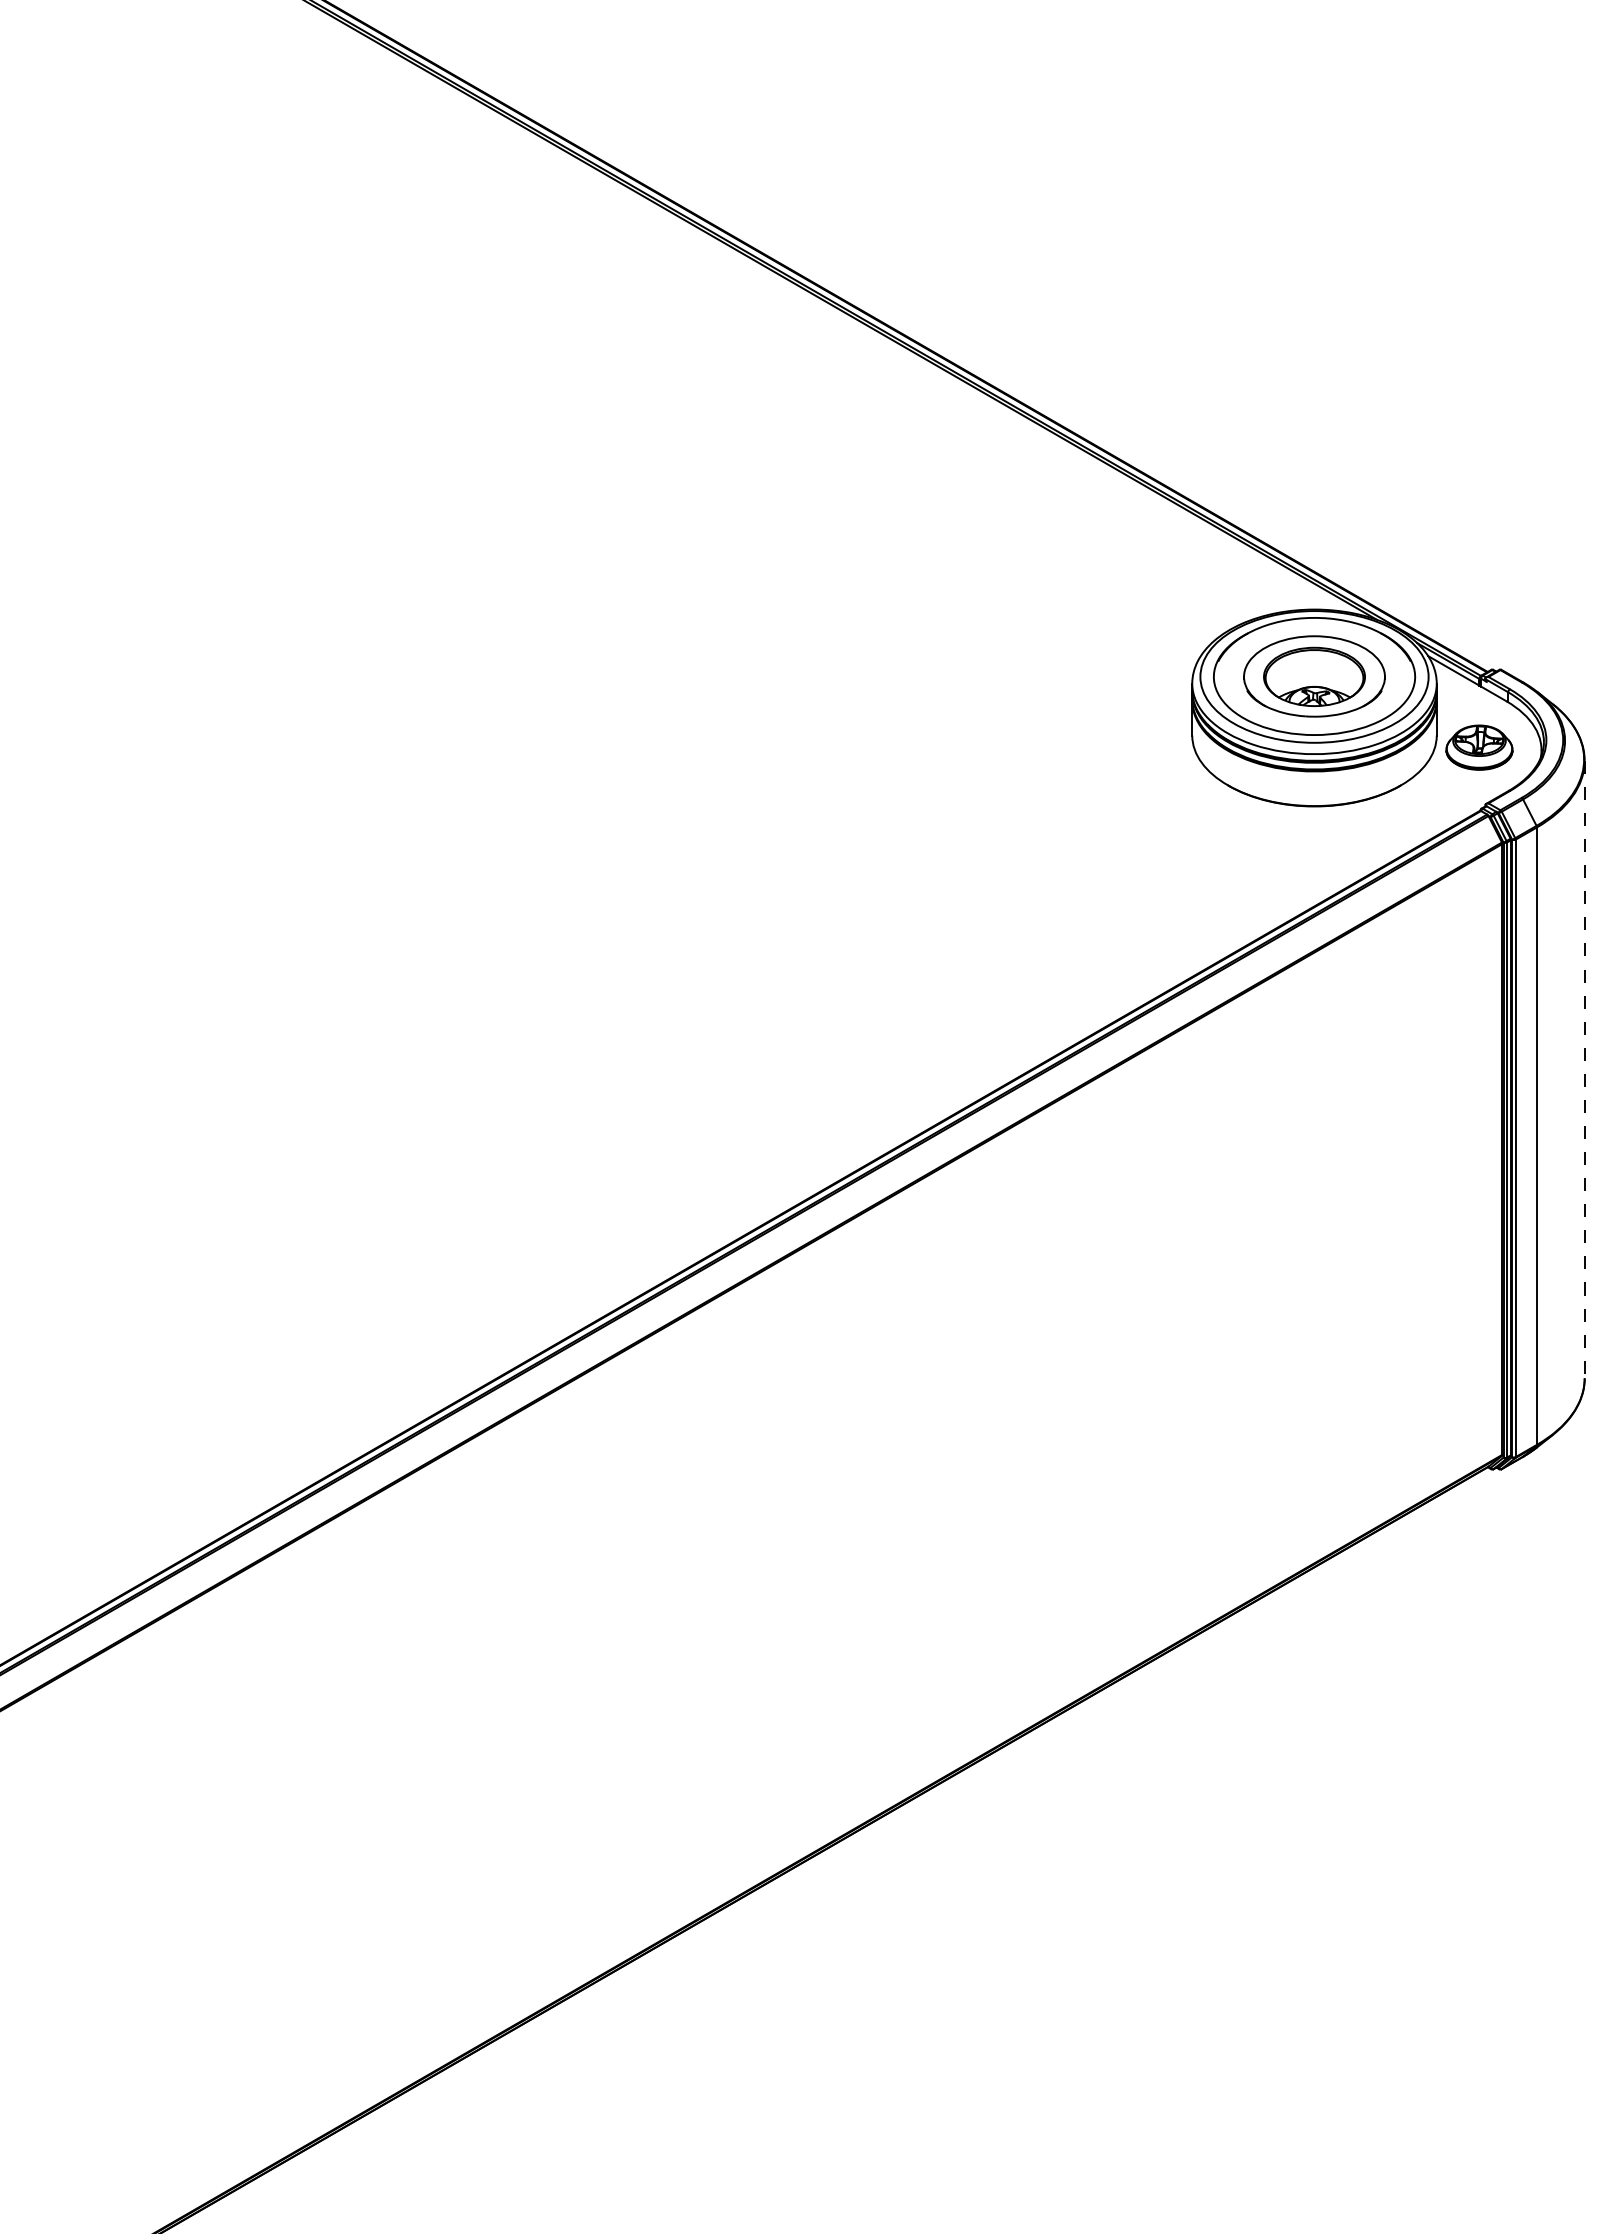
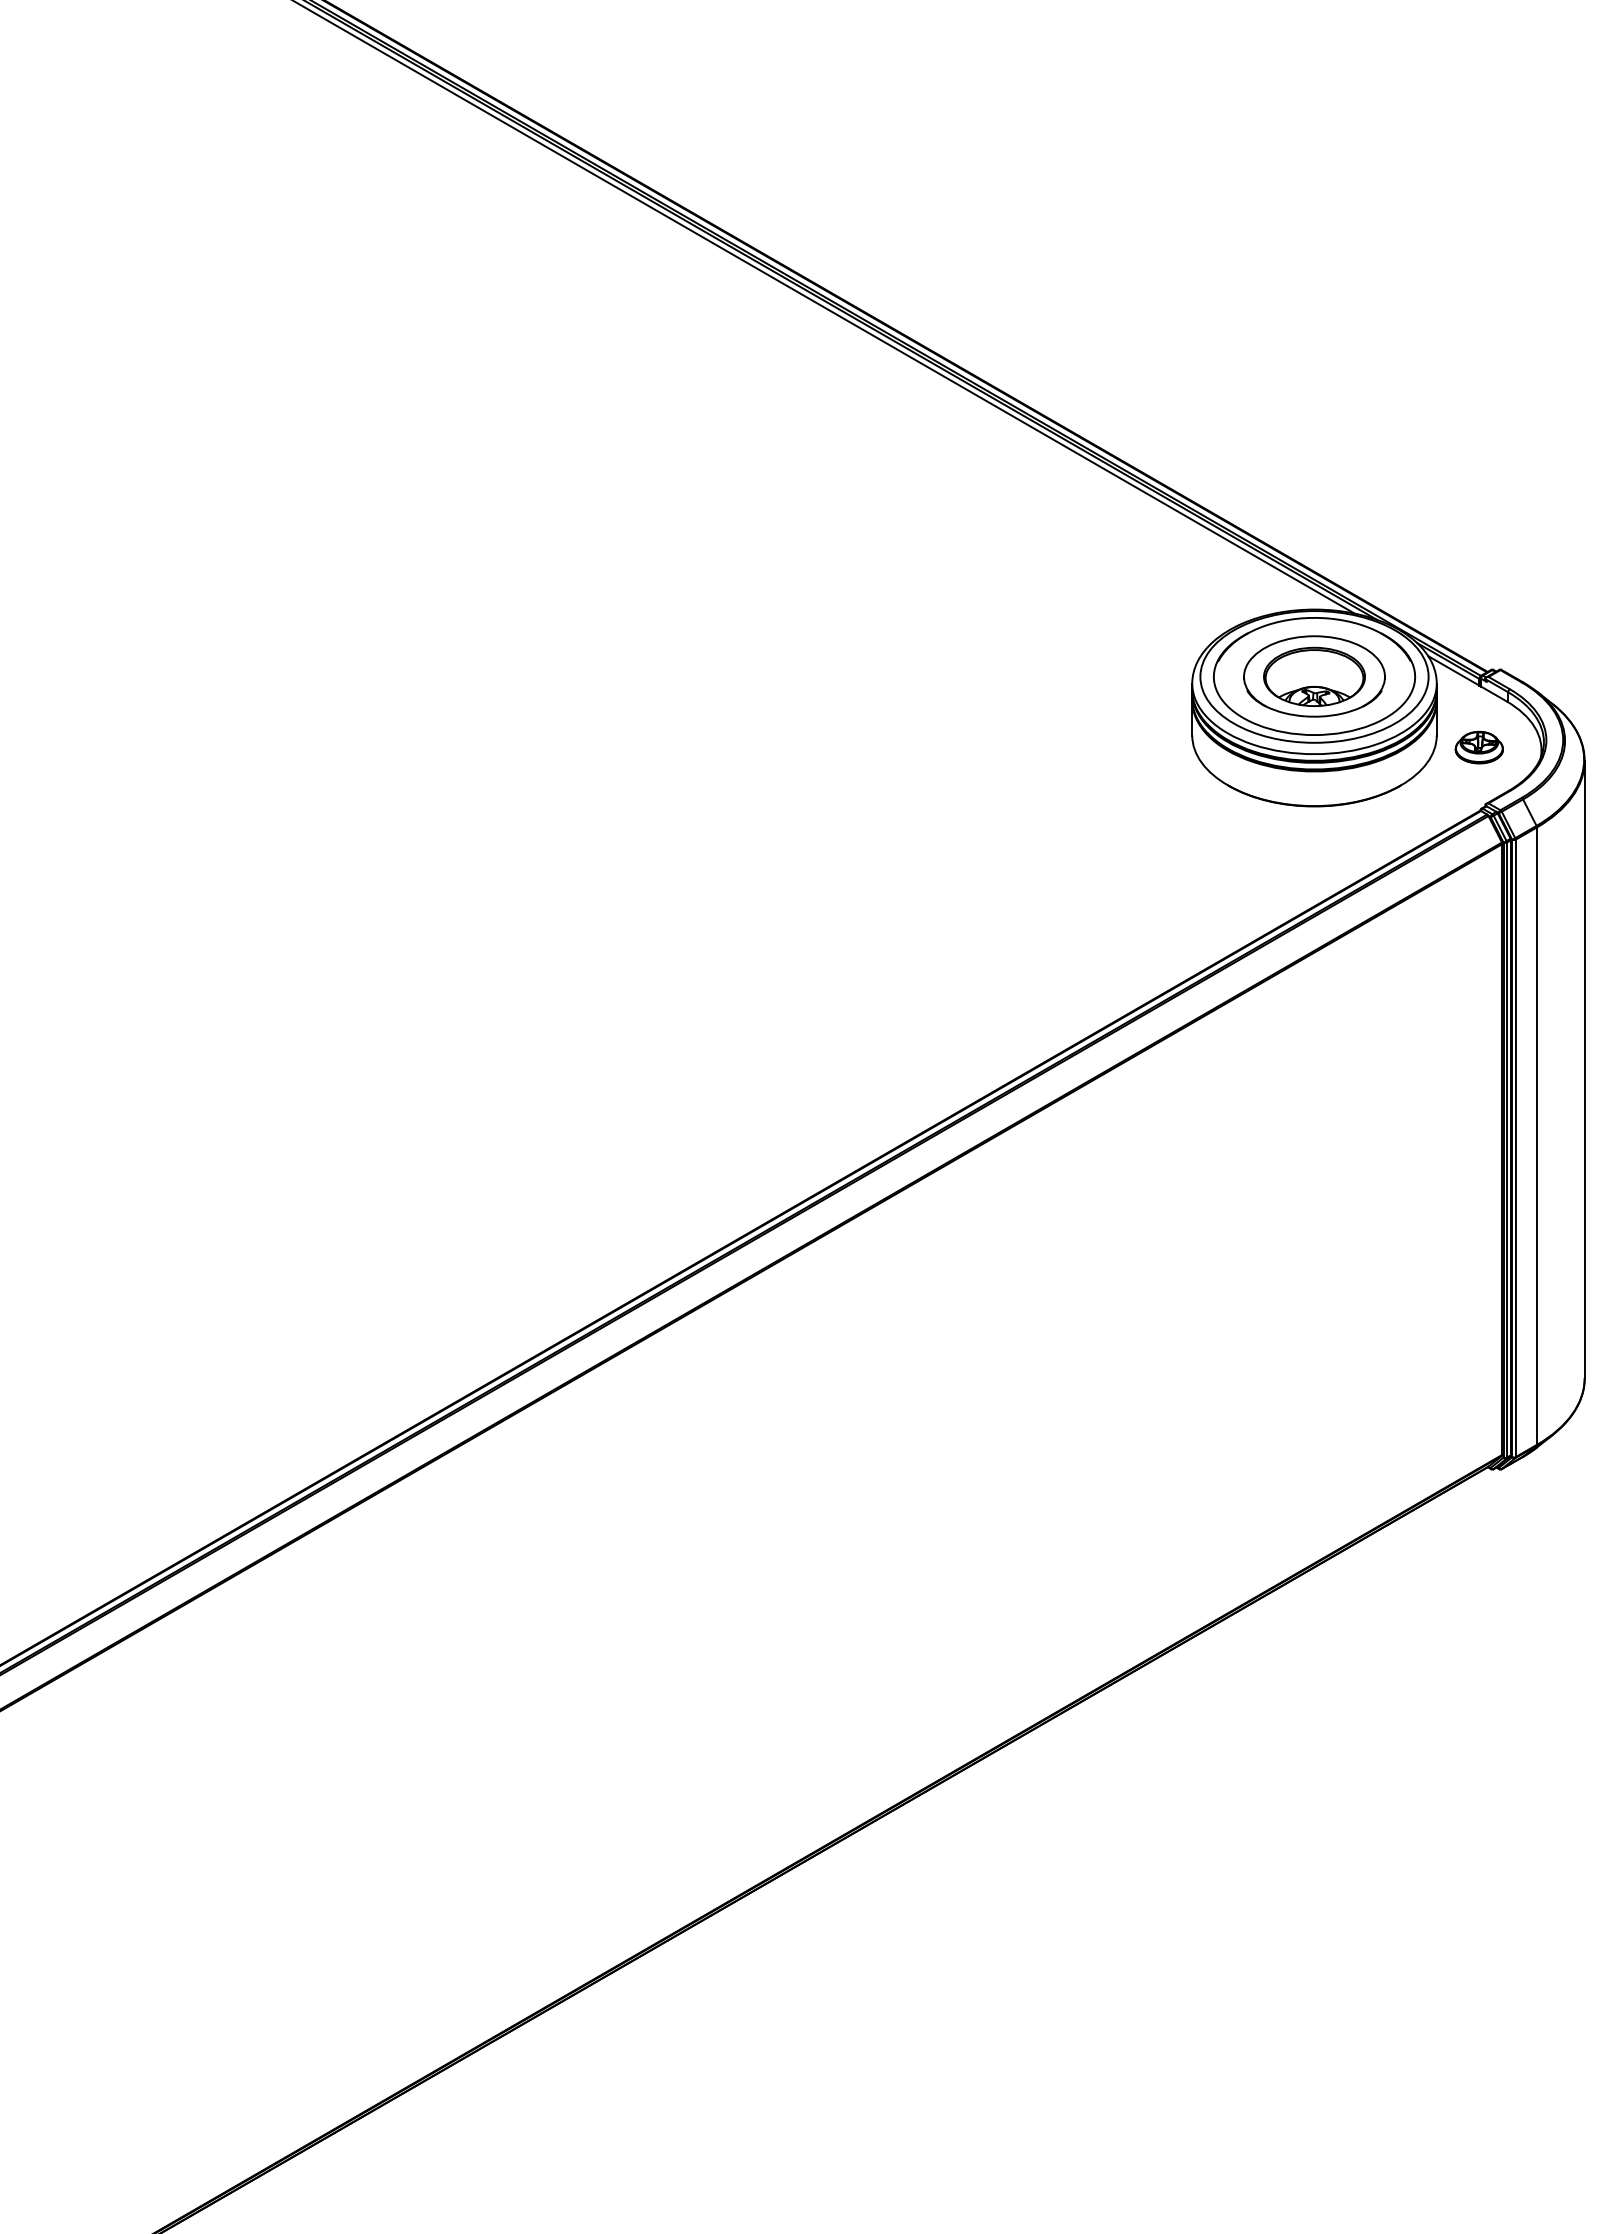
line at (824, 307): none -> present
part at (1479, 747) size: 69x47 px -> 50x35 px
line at (1584, 1069): dashed -> solid
